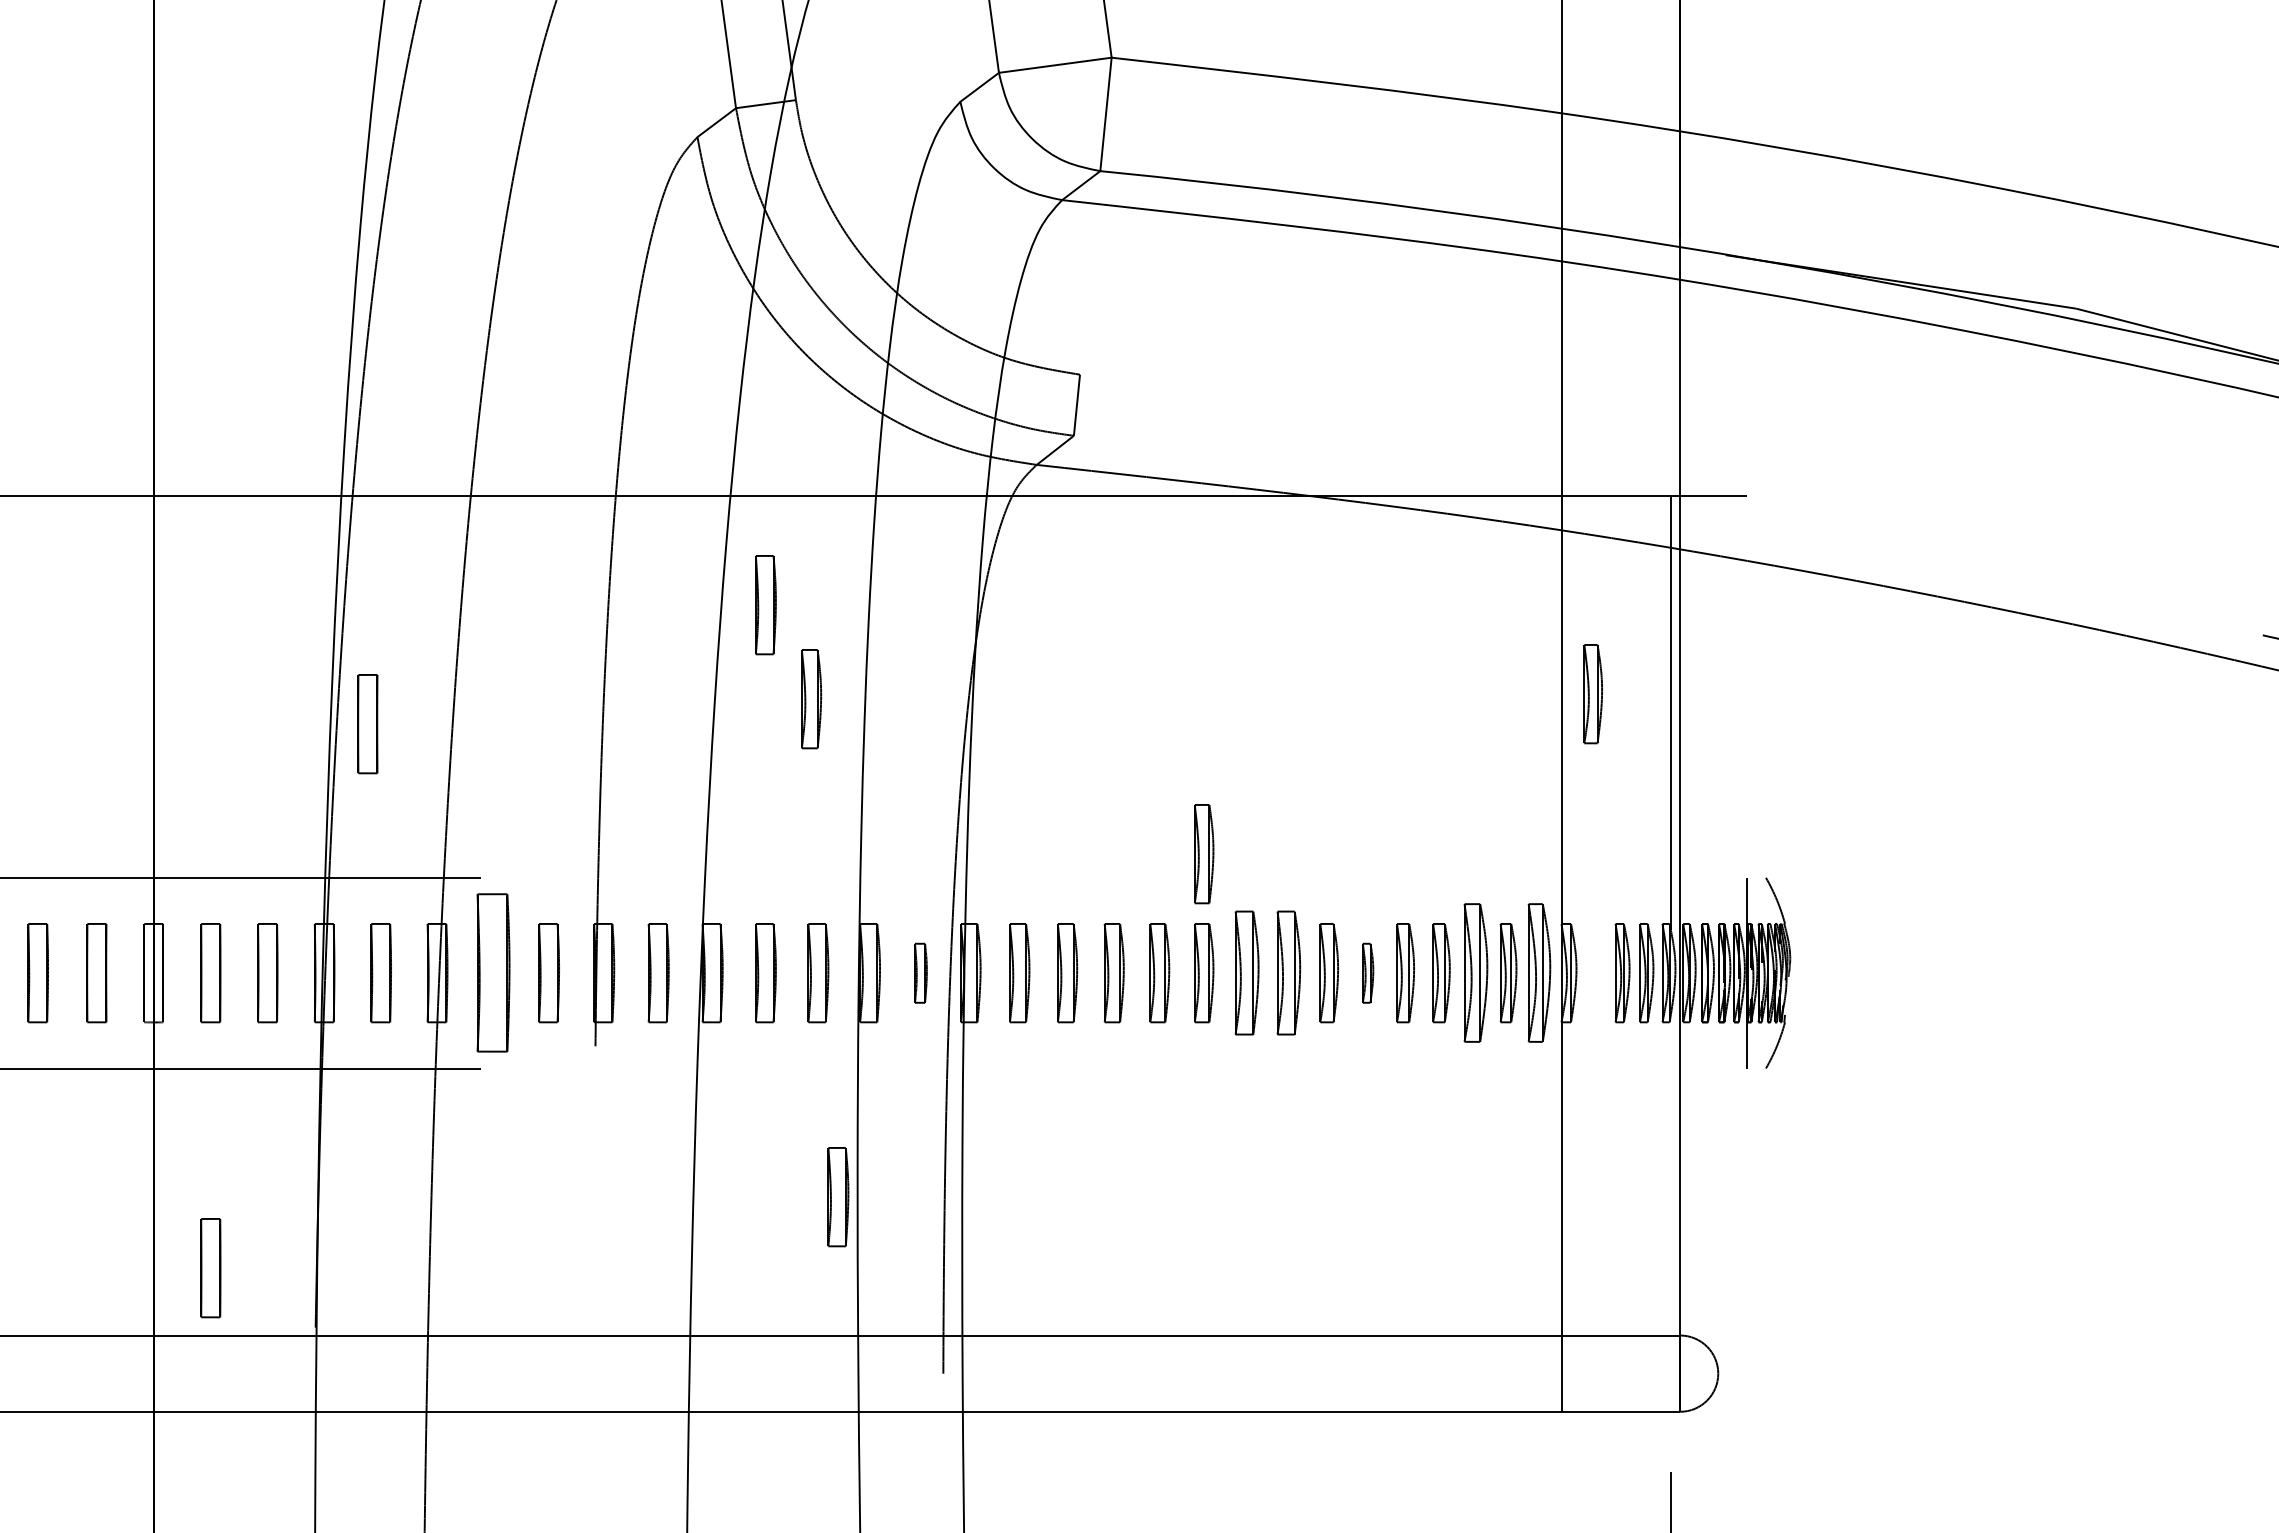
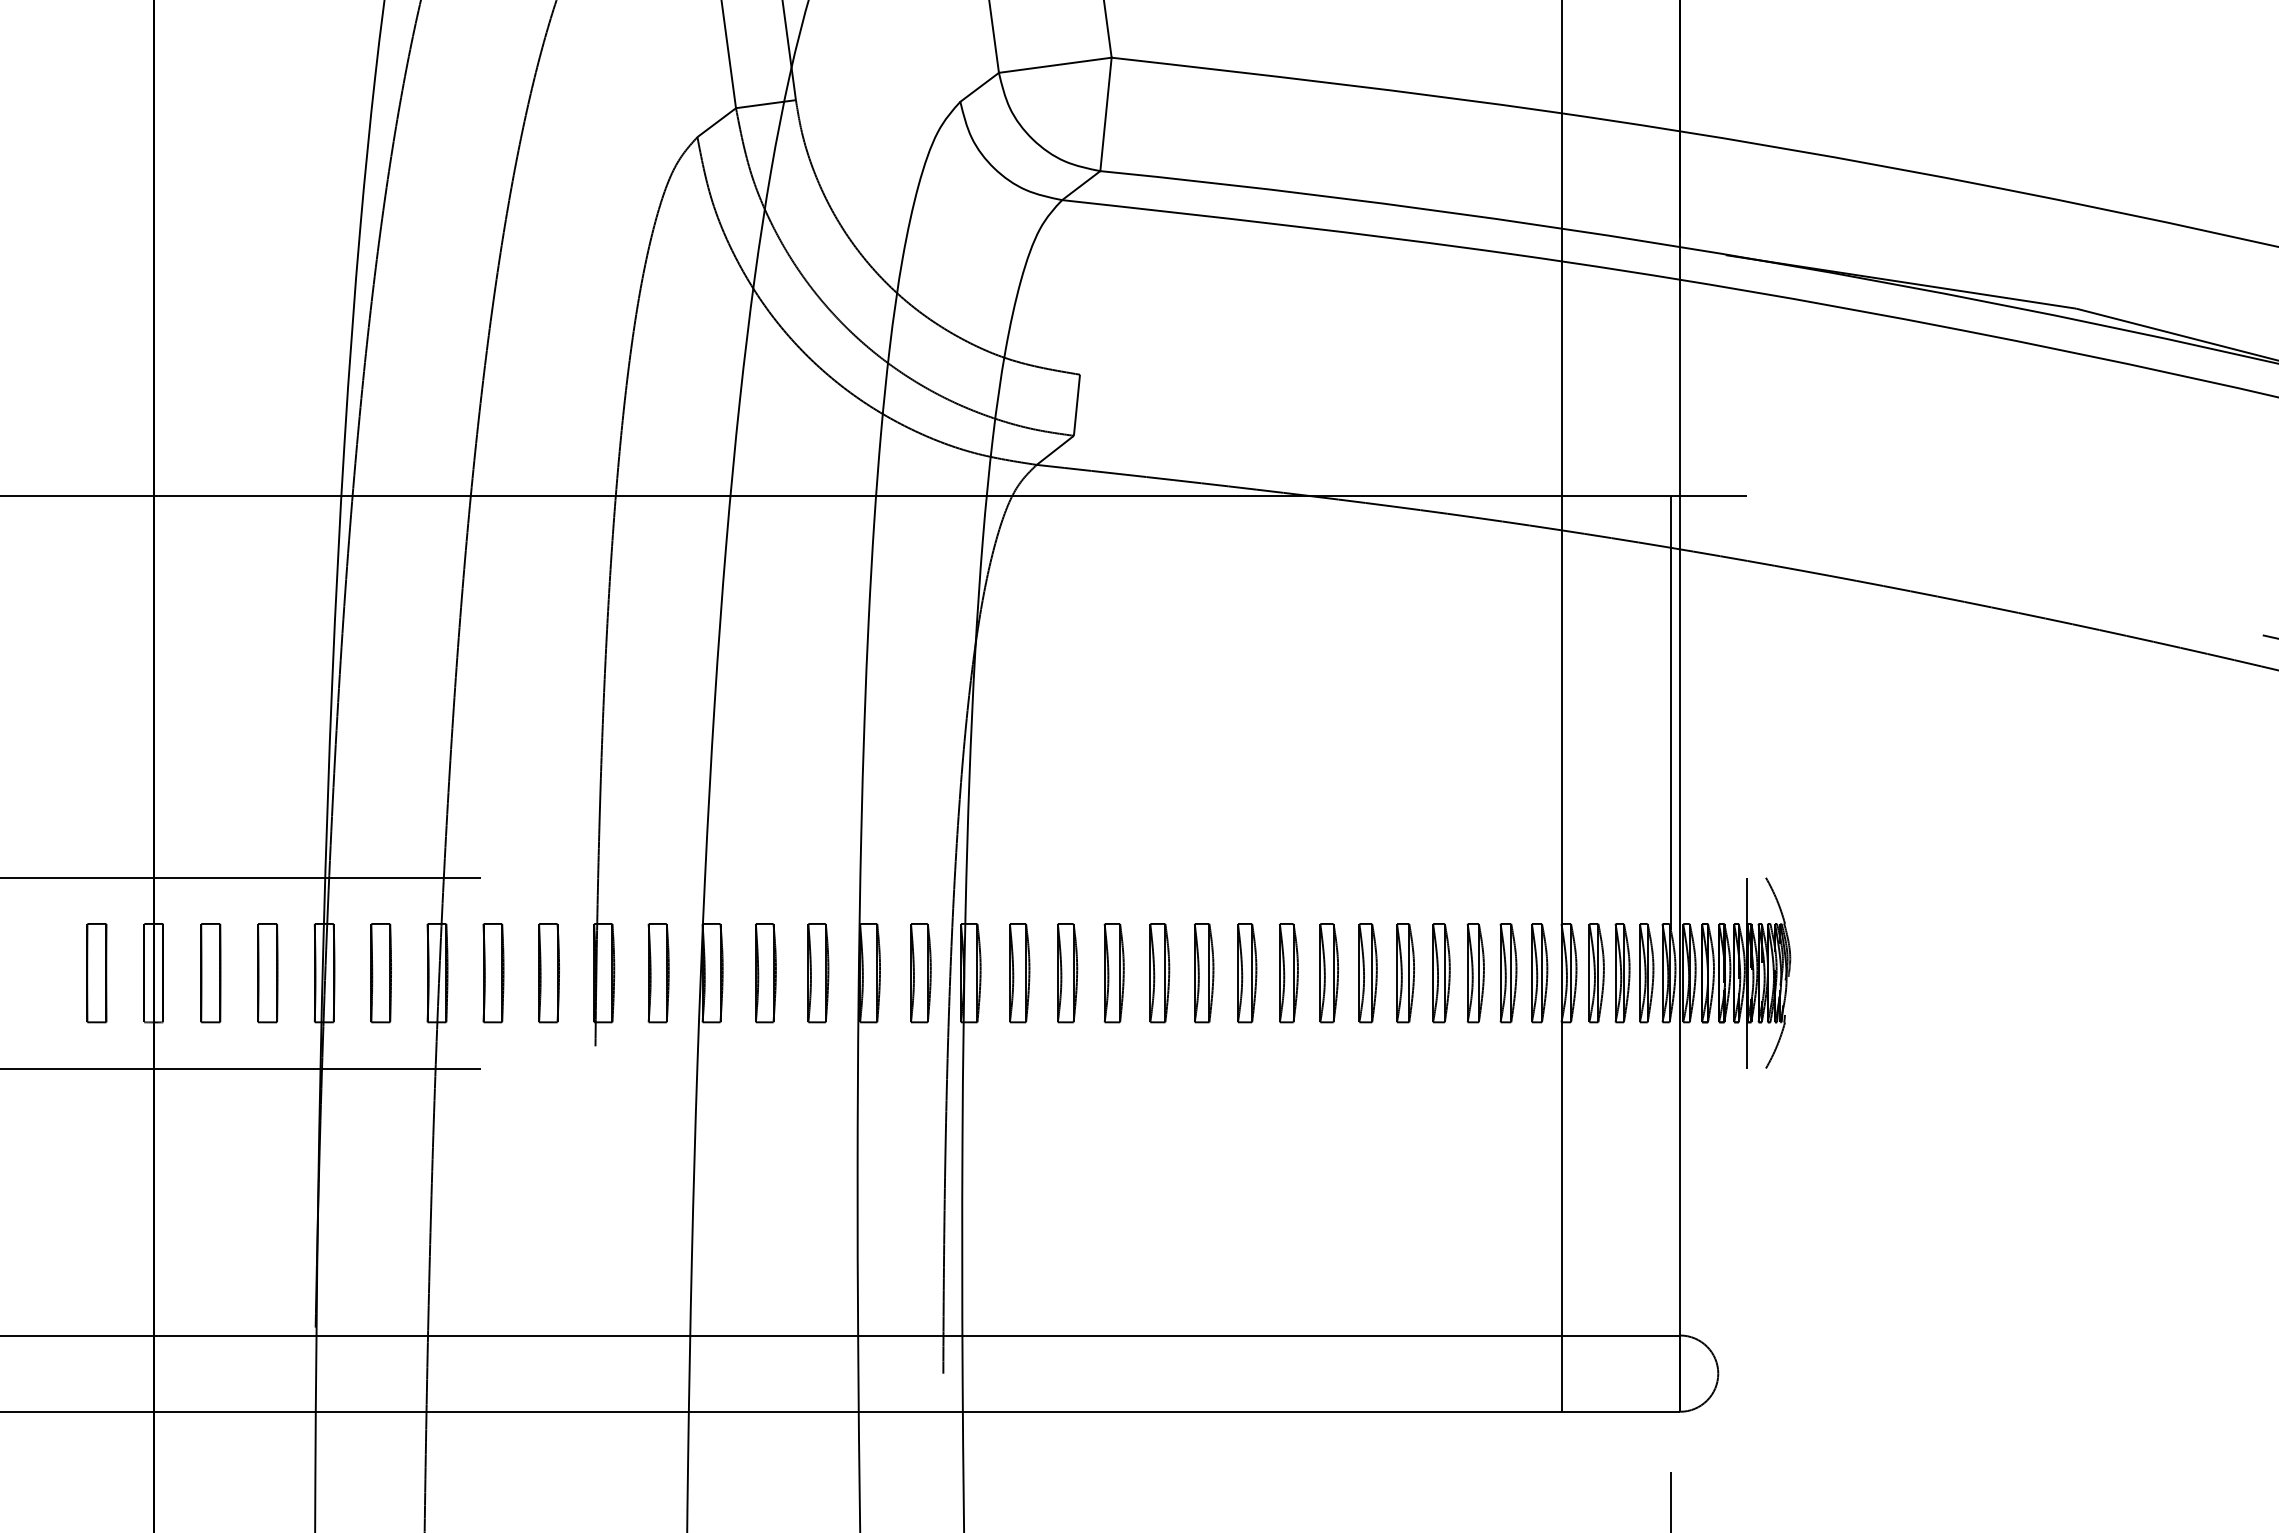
part at (765, 605): present -> none
part at (1592, 694): present -> none
part at (811, 699): present -> none
part at (367, 724): present -> none
part at (1204, 854): present -> none
part at (493, 972) size: 35x160 px -> 23x101 px
part at (920, 972) size: 14x62 px -> 22x101 px
part at (1246, 972) size: 26x126 px -> 21x101 px
part at (1288, 972) size: 26x126 px -> 20x101 px
part at (1368, 972) size: 13x62 px -> 20x101 px
part at (1475, 972) size: 26x140 px -> 19x101 px
part at (1539, 972) size: 25x140 px -> 18x101 px
part at (37, 973): present -> none
part at (1596, 973): none -> present
part at (838, 1197): present -> none
part at (210, 1268): present -> none
